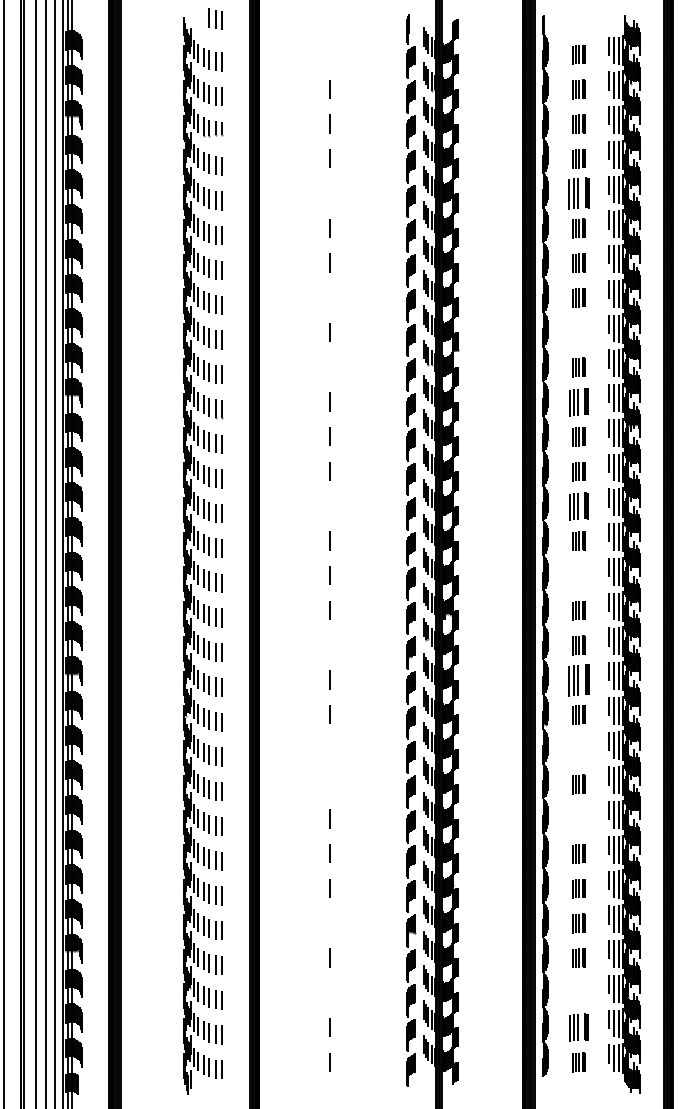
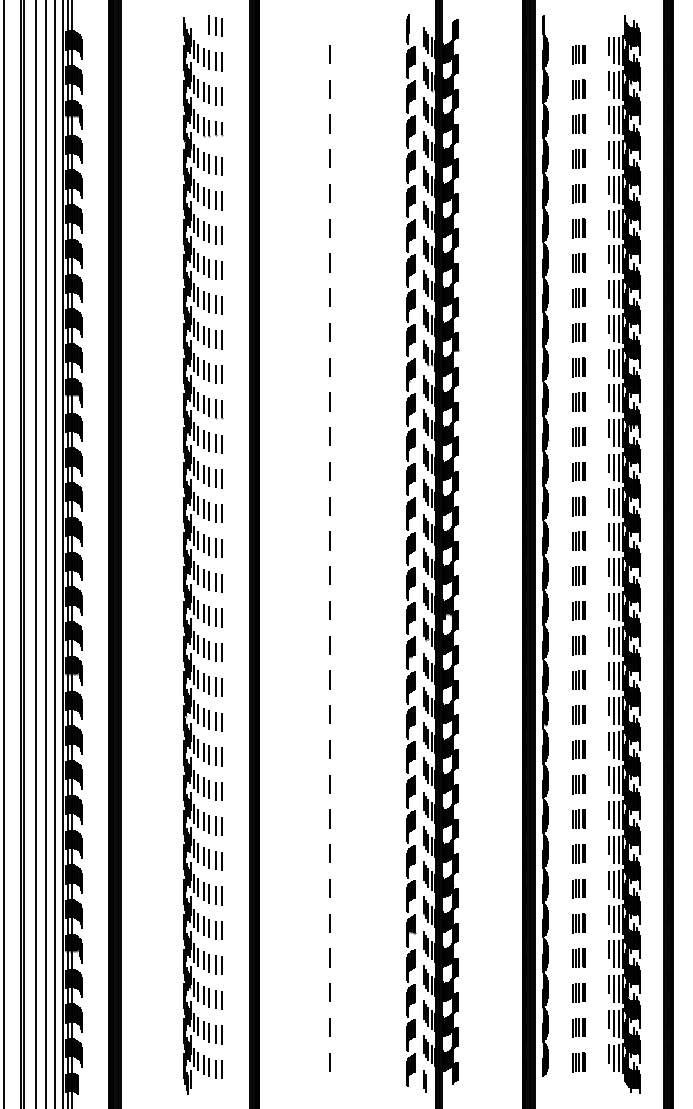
part at (215, 18) position: (215, 18) -> (215, 25)
line at (329, 54): none -> present
line at (329, 193): none -> present
part at (578, 193) size: 22x33 px -> 14x20 px
line at (329, 297): none -> present
part at (578, 332): none -> present
line at (329, 367): none -> present
part at (578, 402) size: 20x29 px -> 14x20 px
line at (329, 506): none -> present
part at (578, 506) size: 20x29 px -> 14x21 px
part at (578, 575): none -> present
line at (329, 645): none -> present
part at (578, 680) size: 22x33 px -> 14x20 px
line at (329, 749): none -> present
part at (578, 749): none -> present
line at (329, 784): none -> present
part at (578, 818): none -> present
line at (329, 923): none -> present
line at (329, 992): none -> present
part at (578, 992): none -> present
part at (578, 1027) size: 20x29 px -> 14x20 px
line at (424, 1081): none -> present
